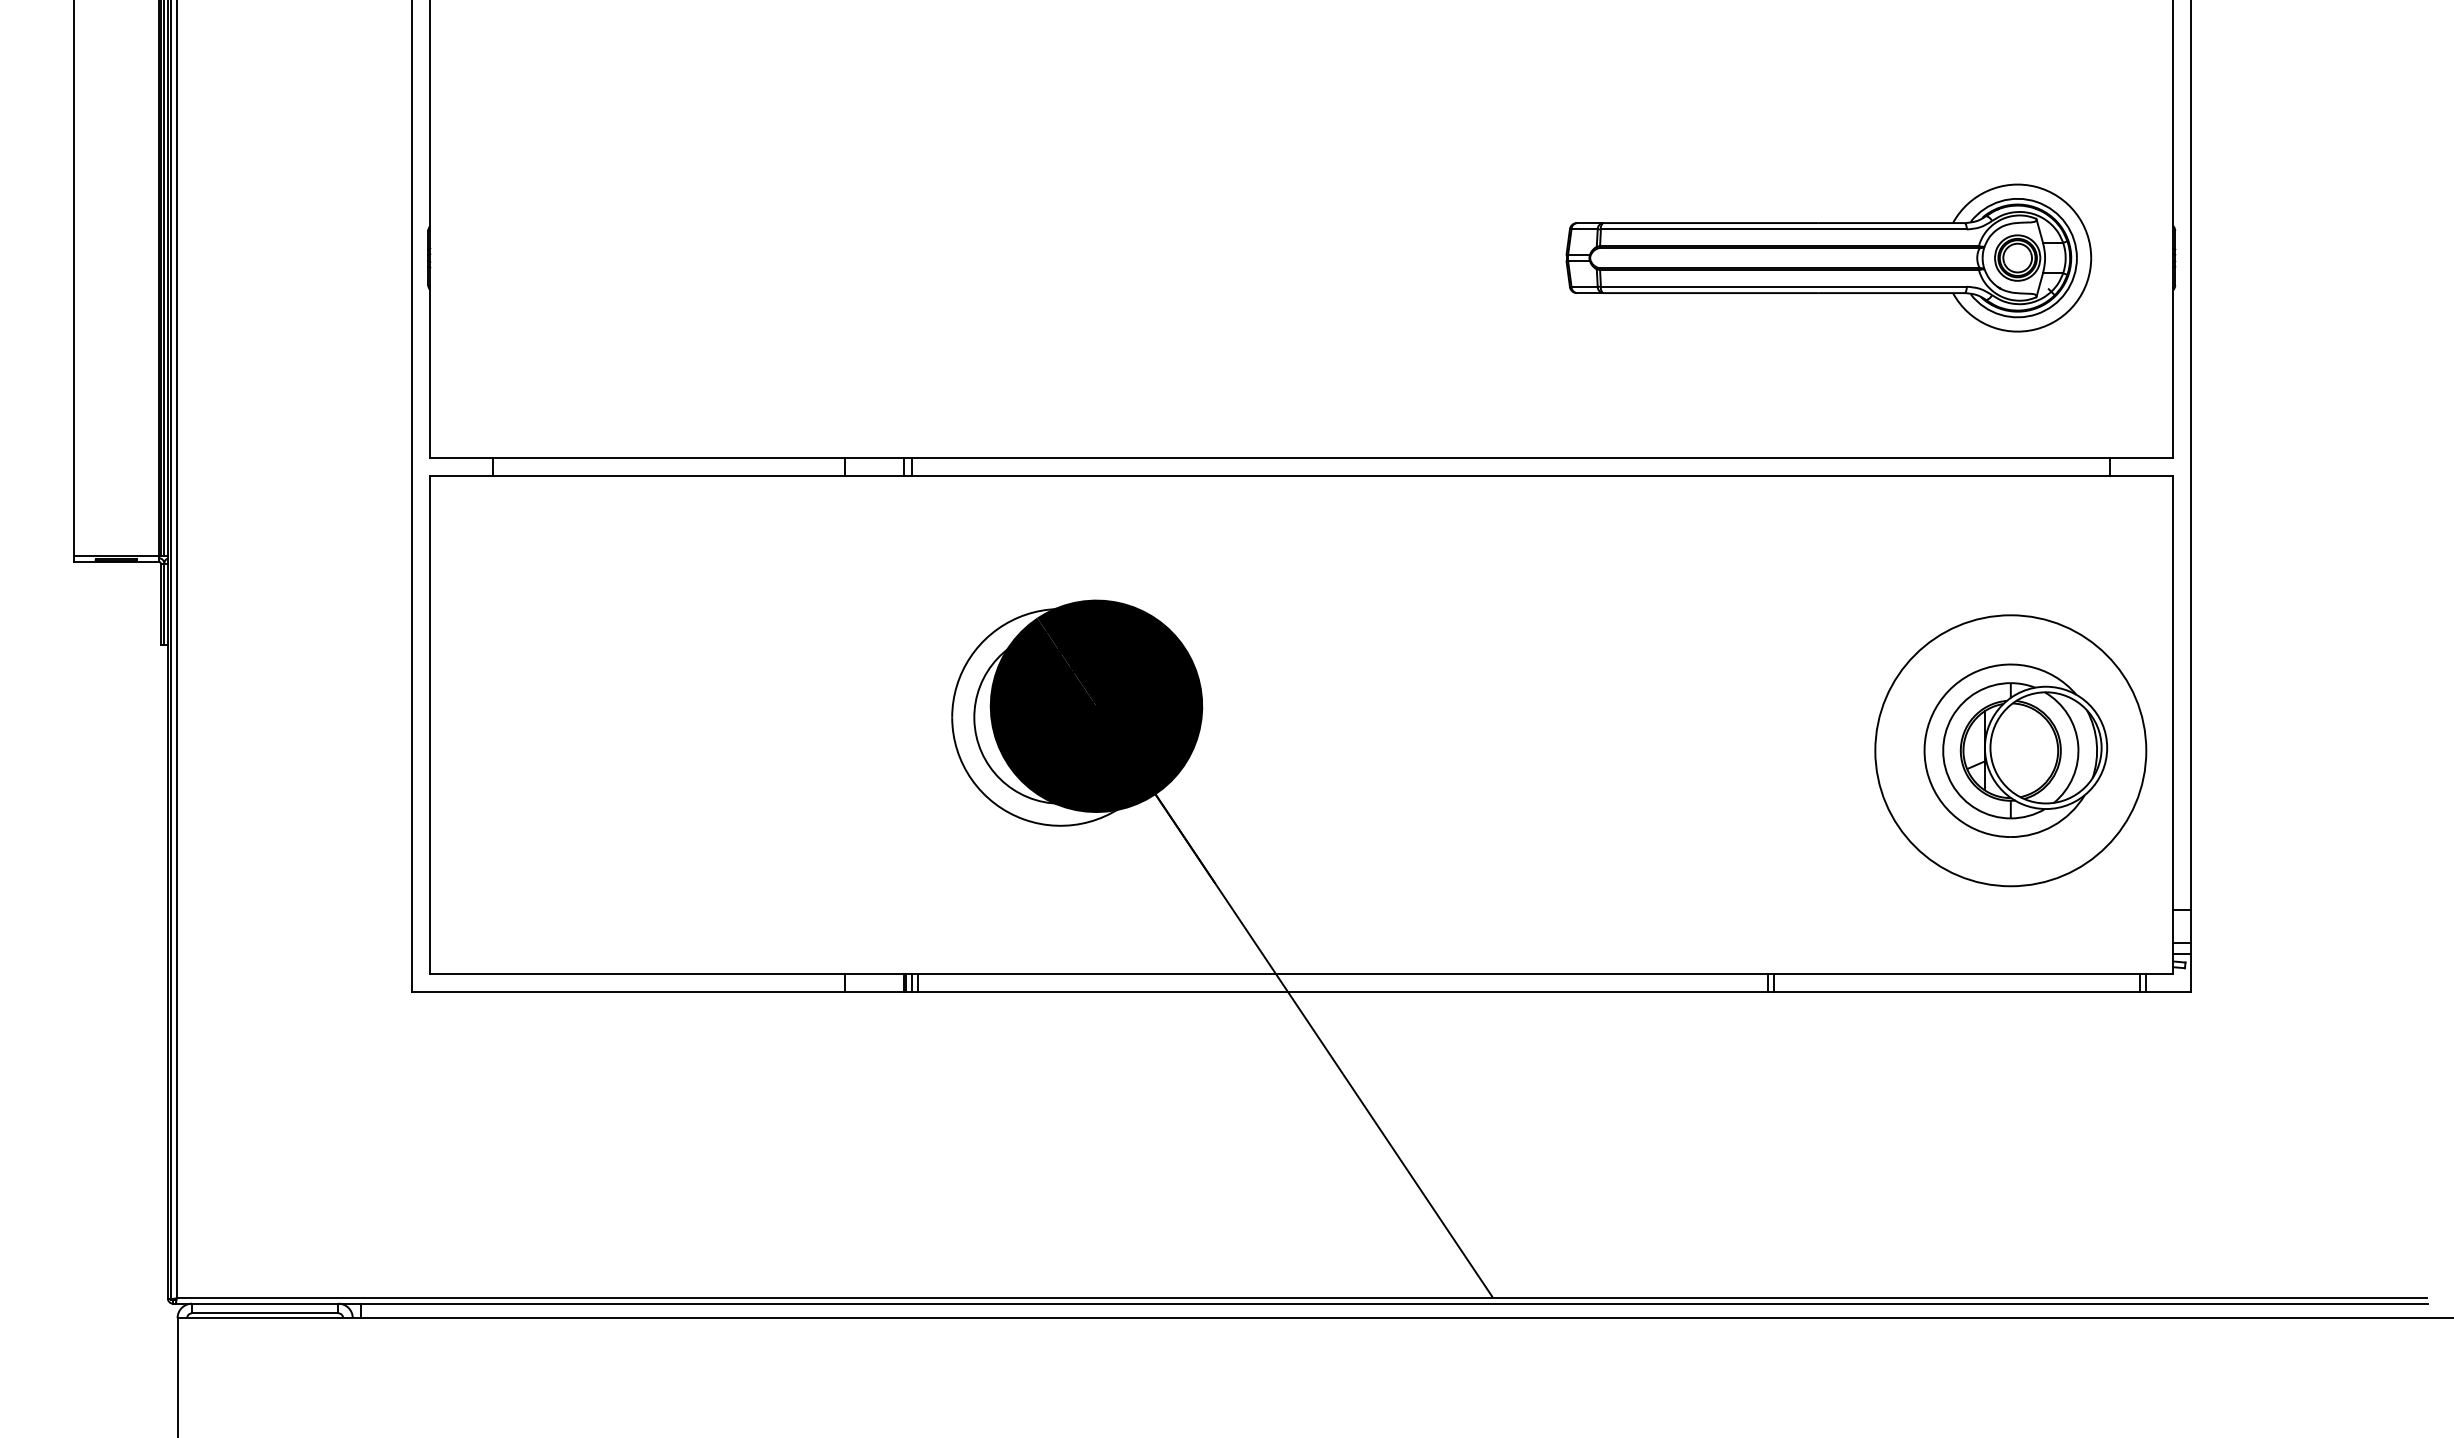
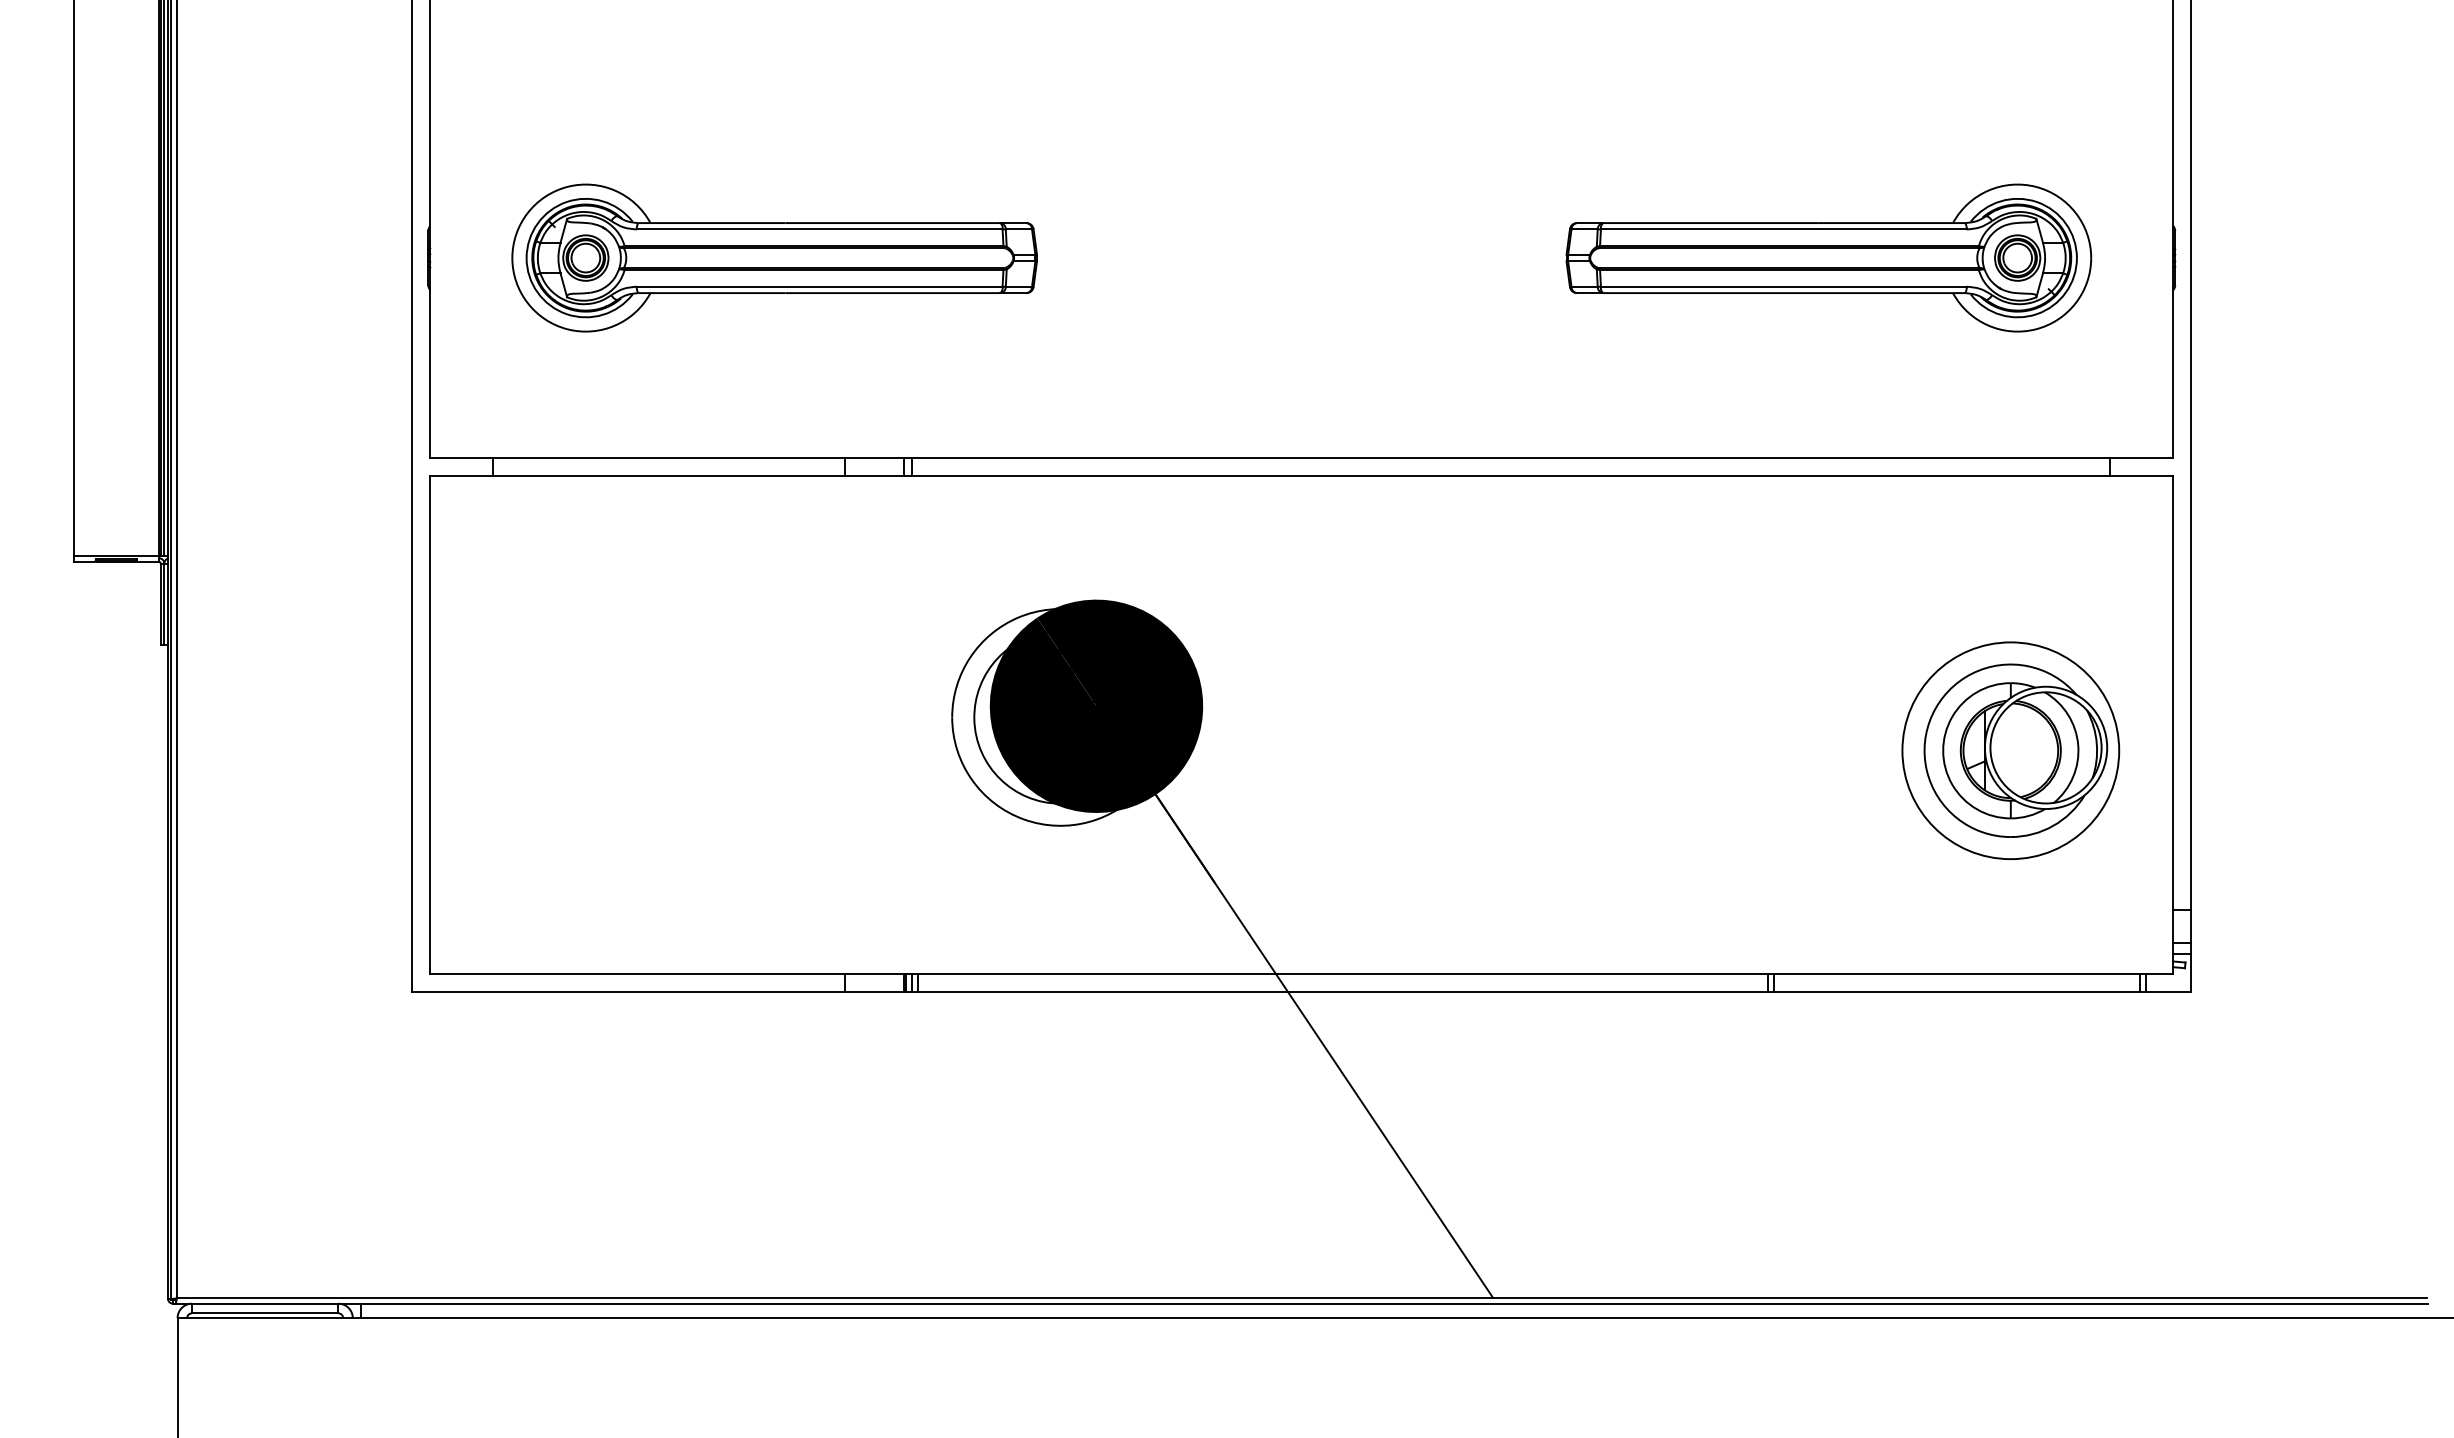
part at (774, 257): none -> present
circle at (2010, 750) diameter: 271 px -> 217 px
